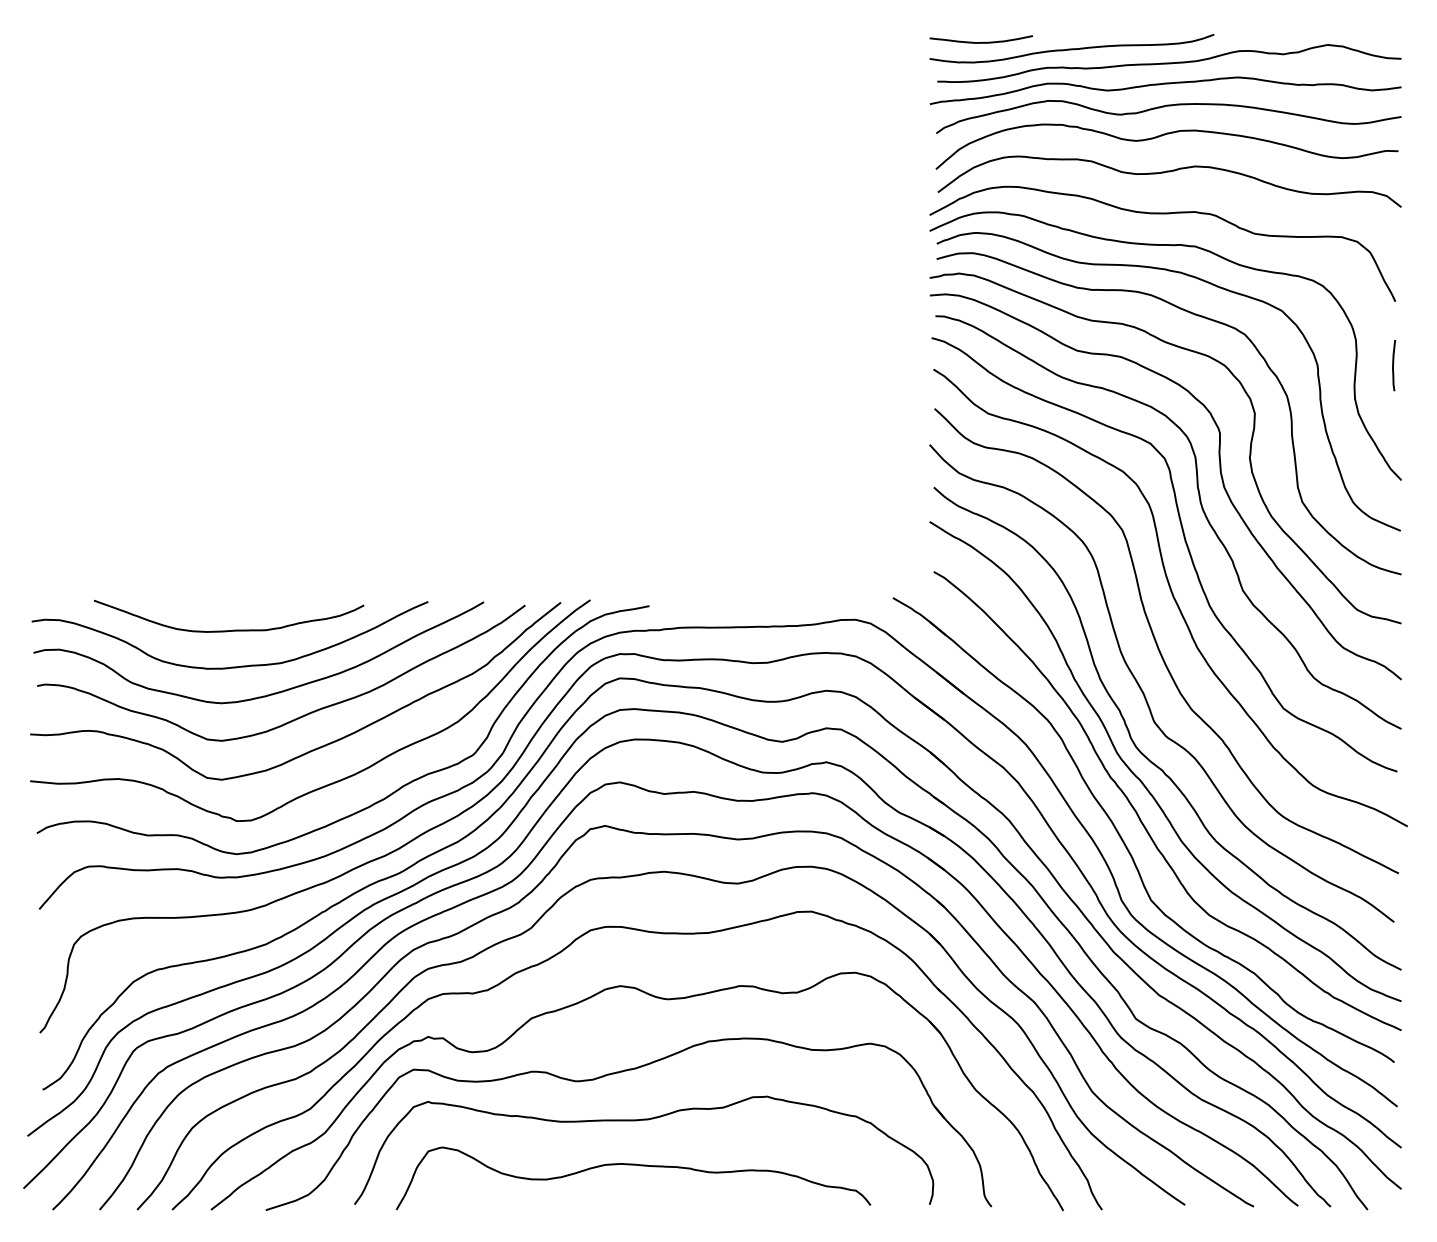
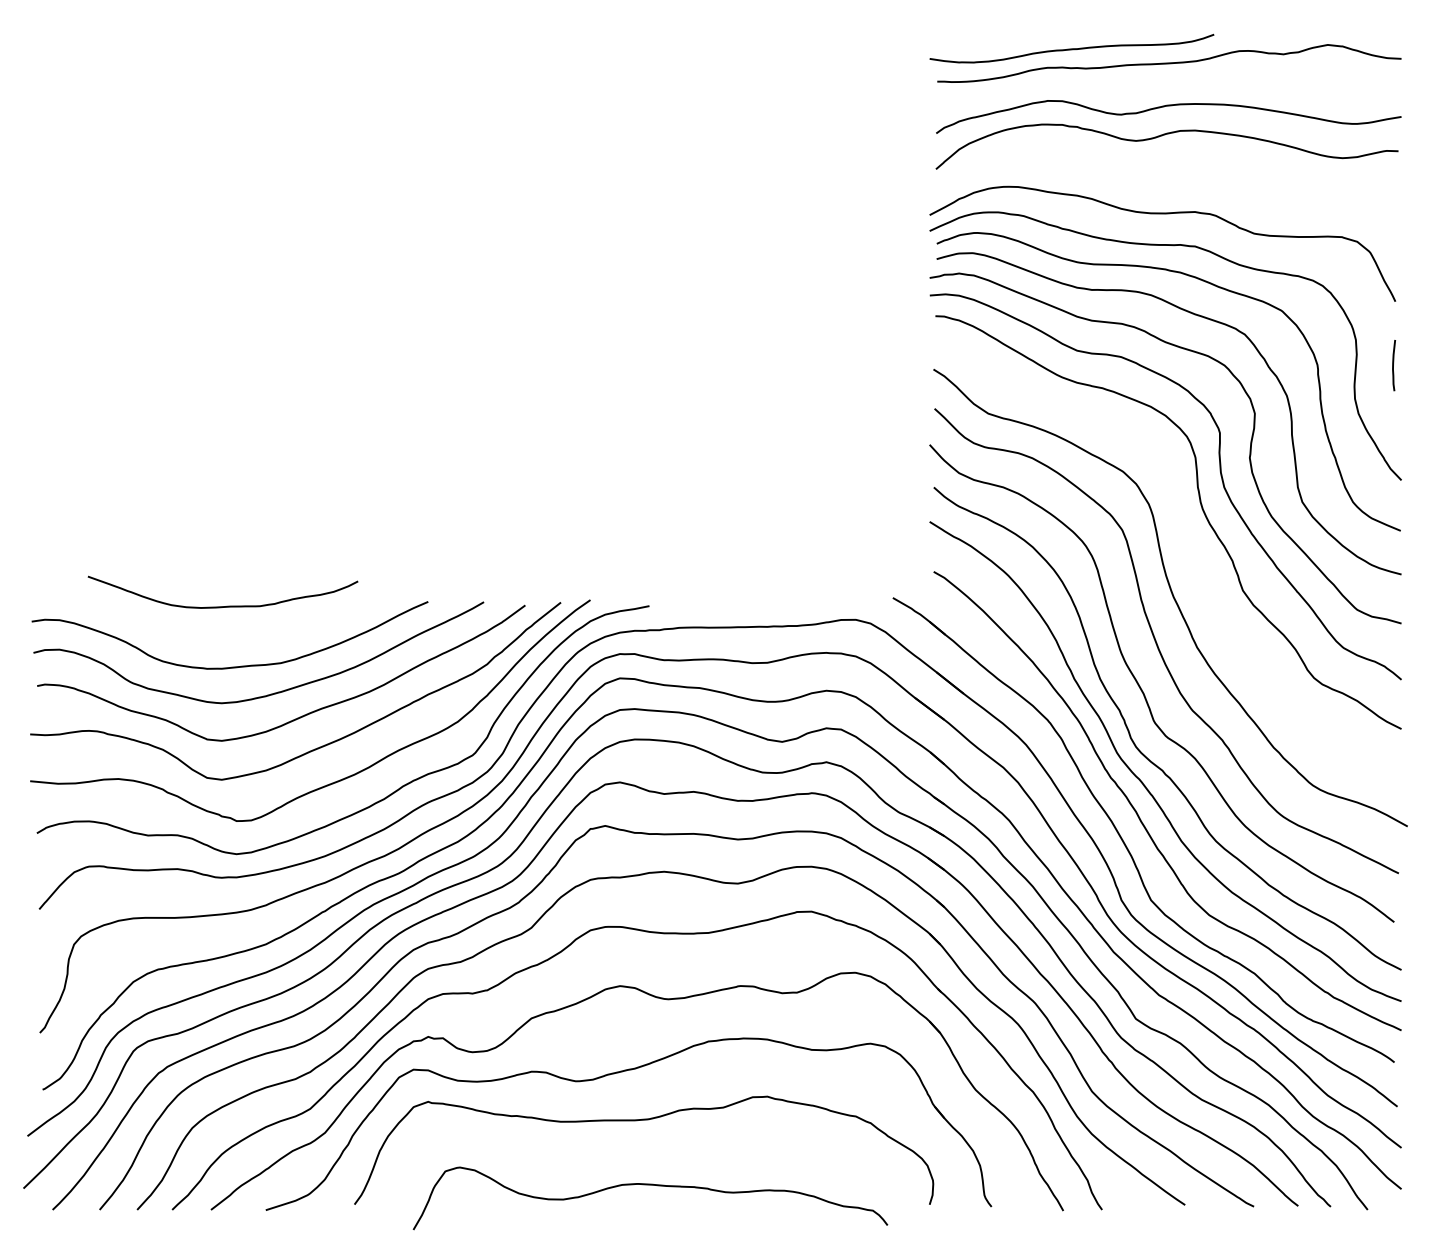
curve at (980, 42): present -> none
curve at (1165, 84): present -> none
curve at (1169, 172): present -> none
curve at (1186, 547): present -> none
curve at (233, 629) position: (233, 629) -> (227, 605)
curve at (633, 1165) position: (633, 1165) -> (650, 1185)
